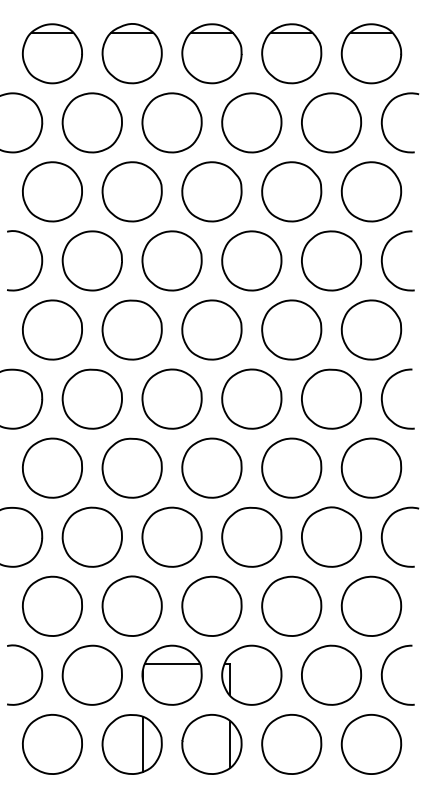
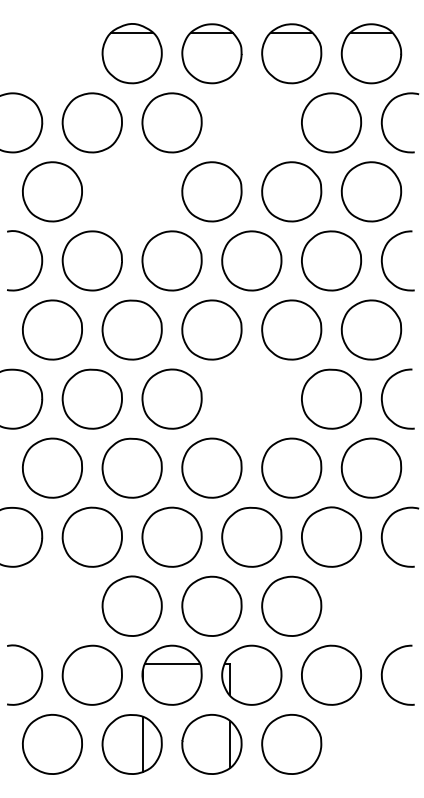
part at (52, 53): present -> none
part at (251, 122): present -> none
part at (131, 191): present -> none
part at (251, 398): present -> none
part at (52, 605): present -> none
part at (371, 605): present -> none
part at (371, 744): present -> none
